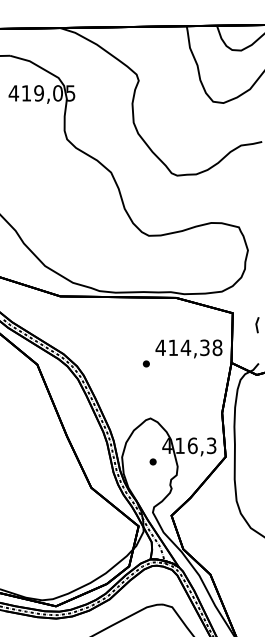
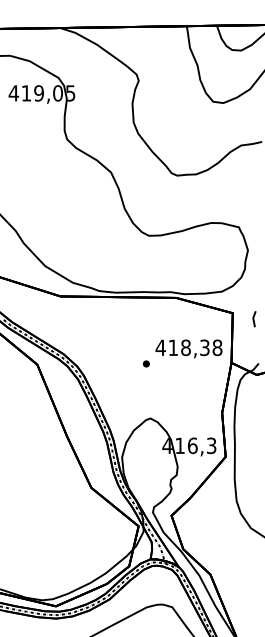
line at (257, 325) position: (257, 325) -> (254, 319)
text at (185, 347): 414,38 -> 418,38
part at (152, 461): present -> none
